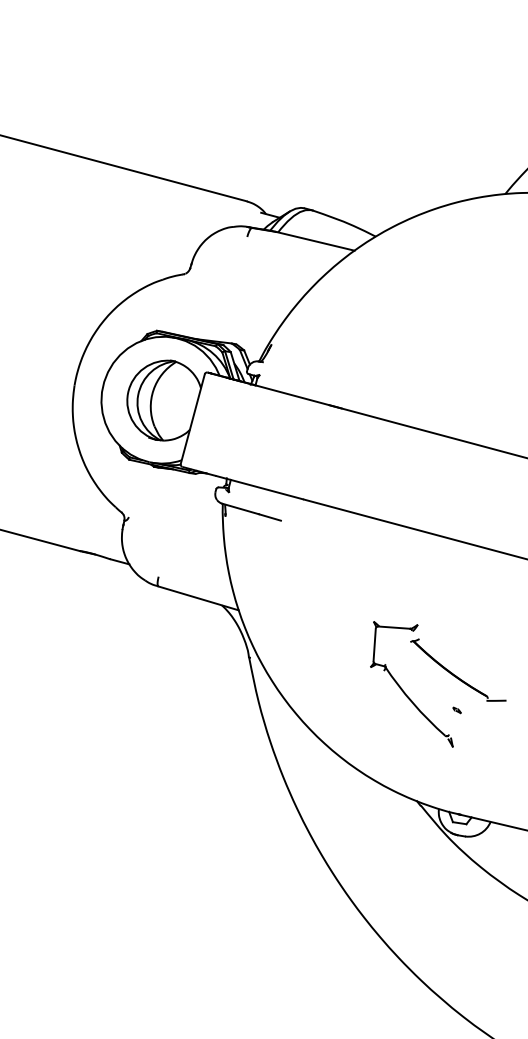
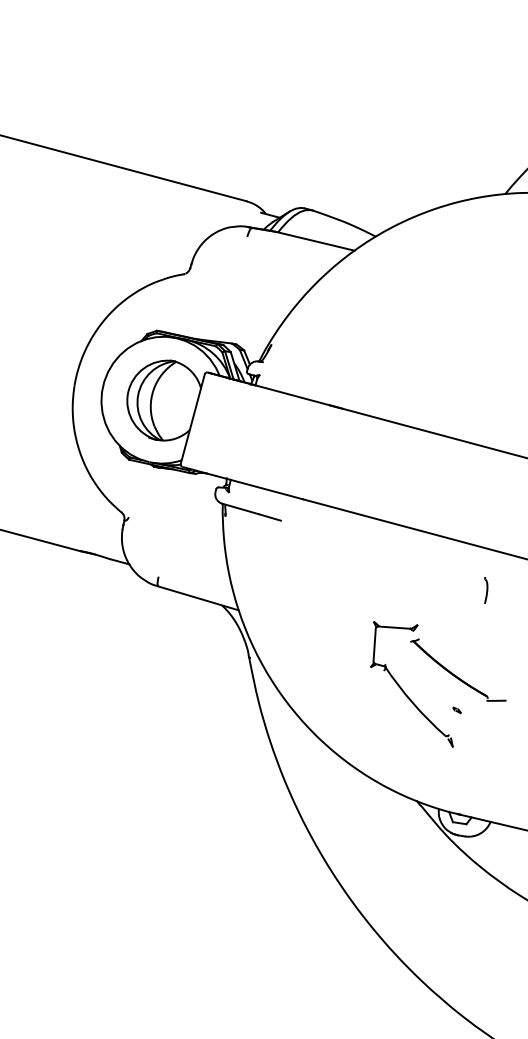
part at (486, 590): none -> present
